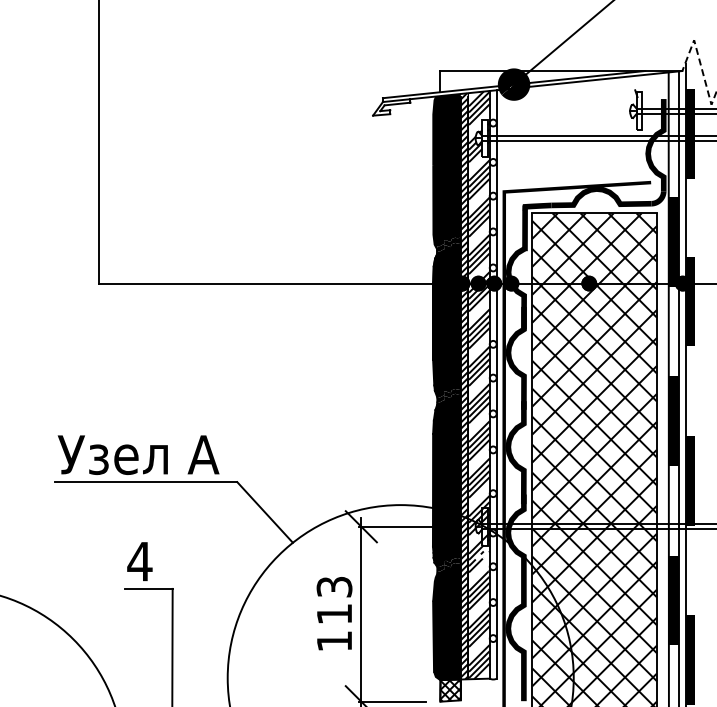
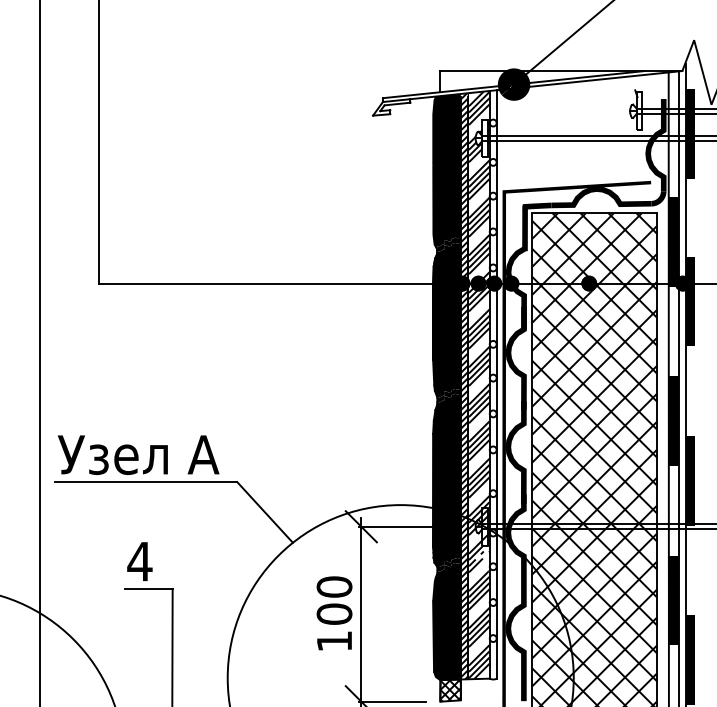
line at (700, 63): dashed -> solid
line at (40, 352): none -> present
text at (334, 600): 113 -> 100
